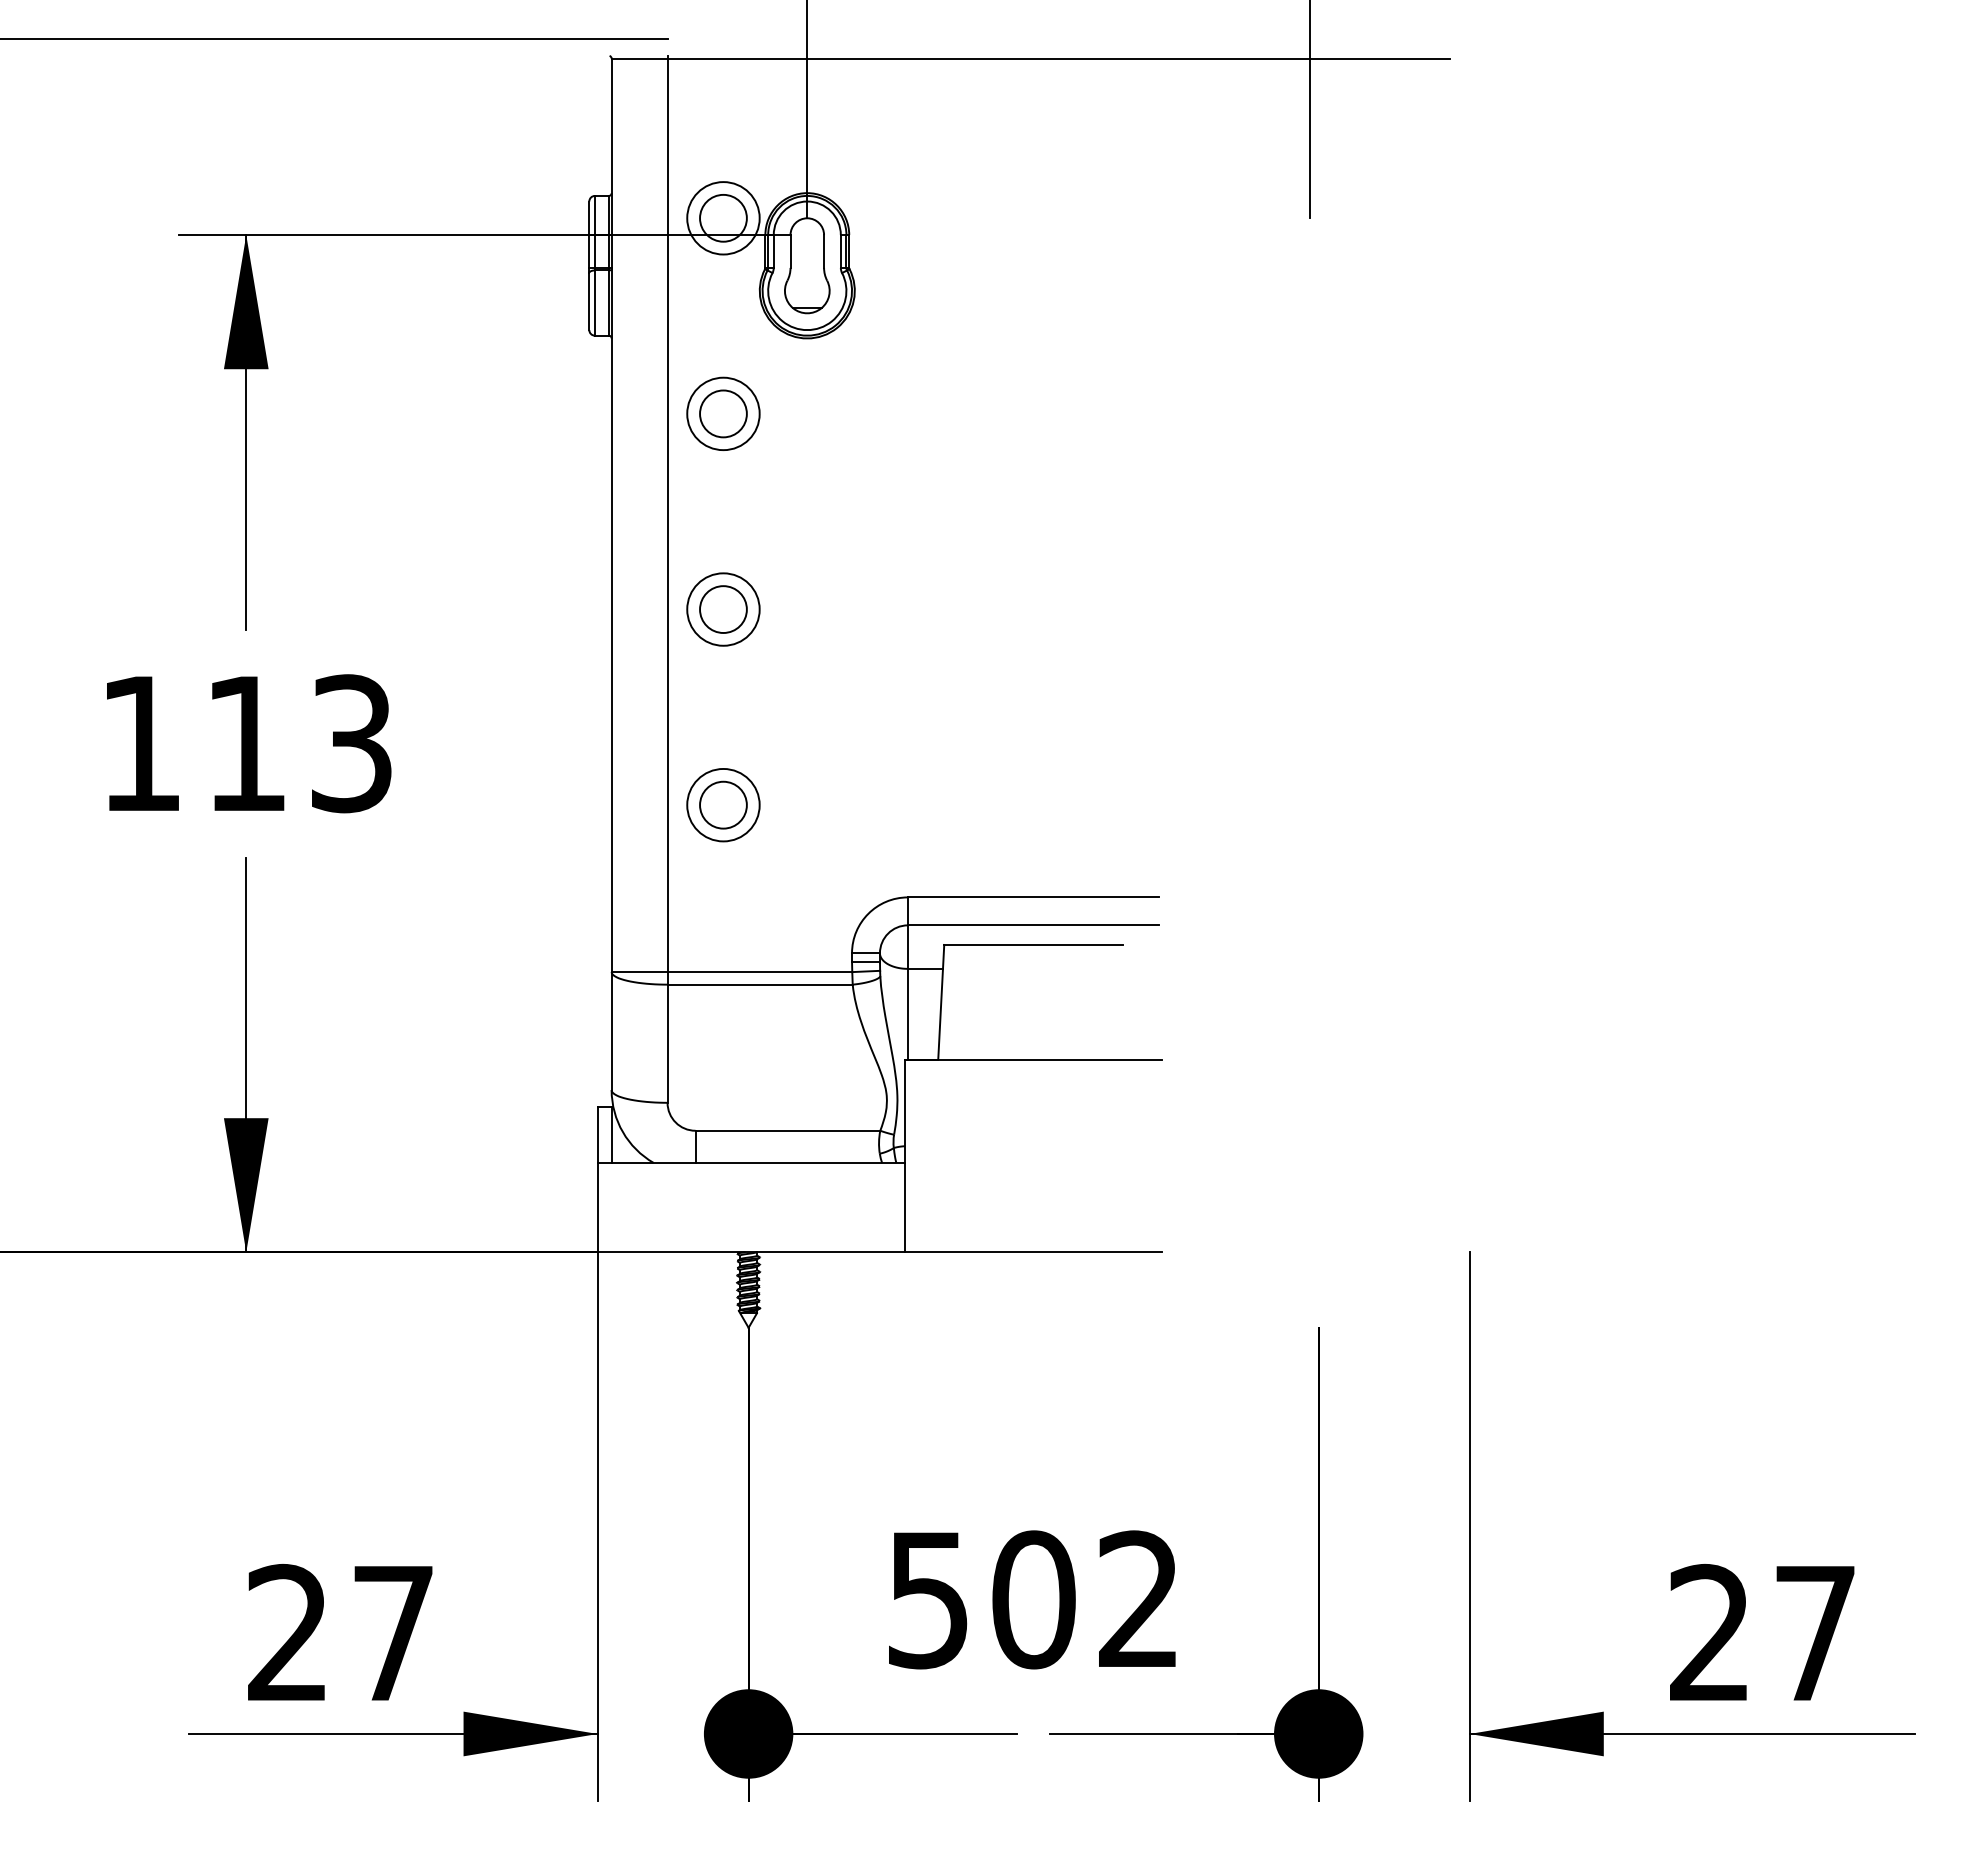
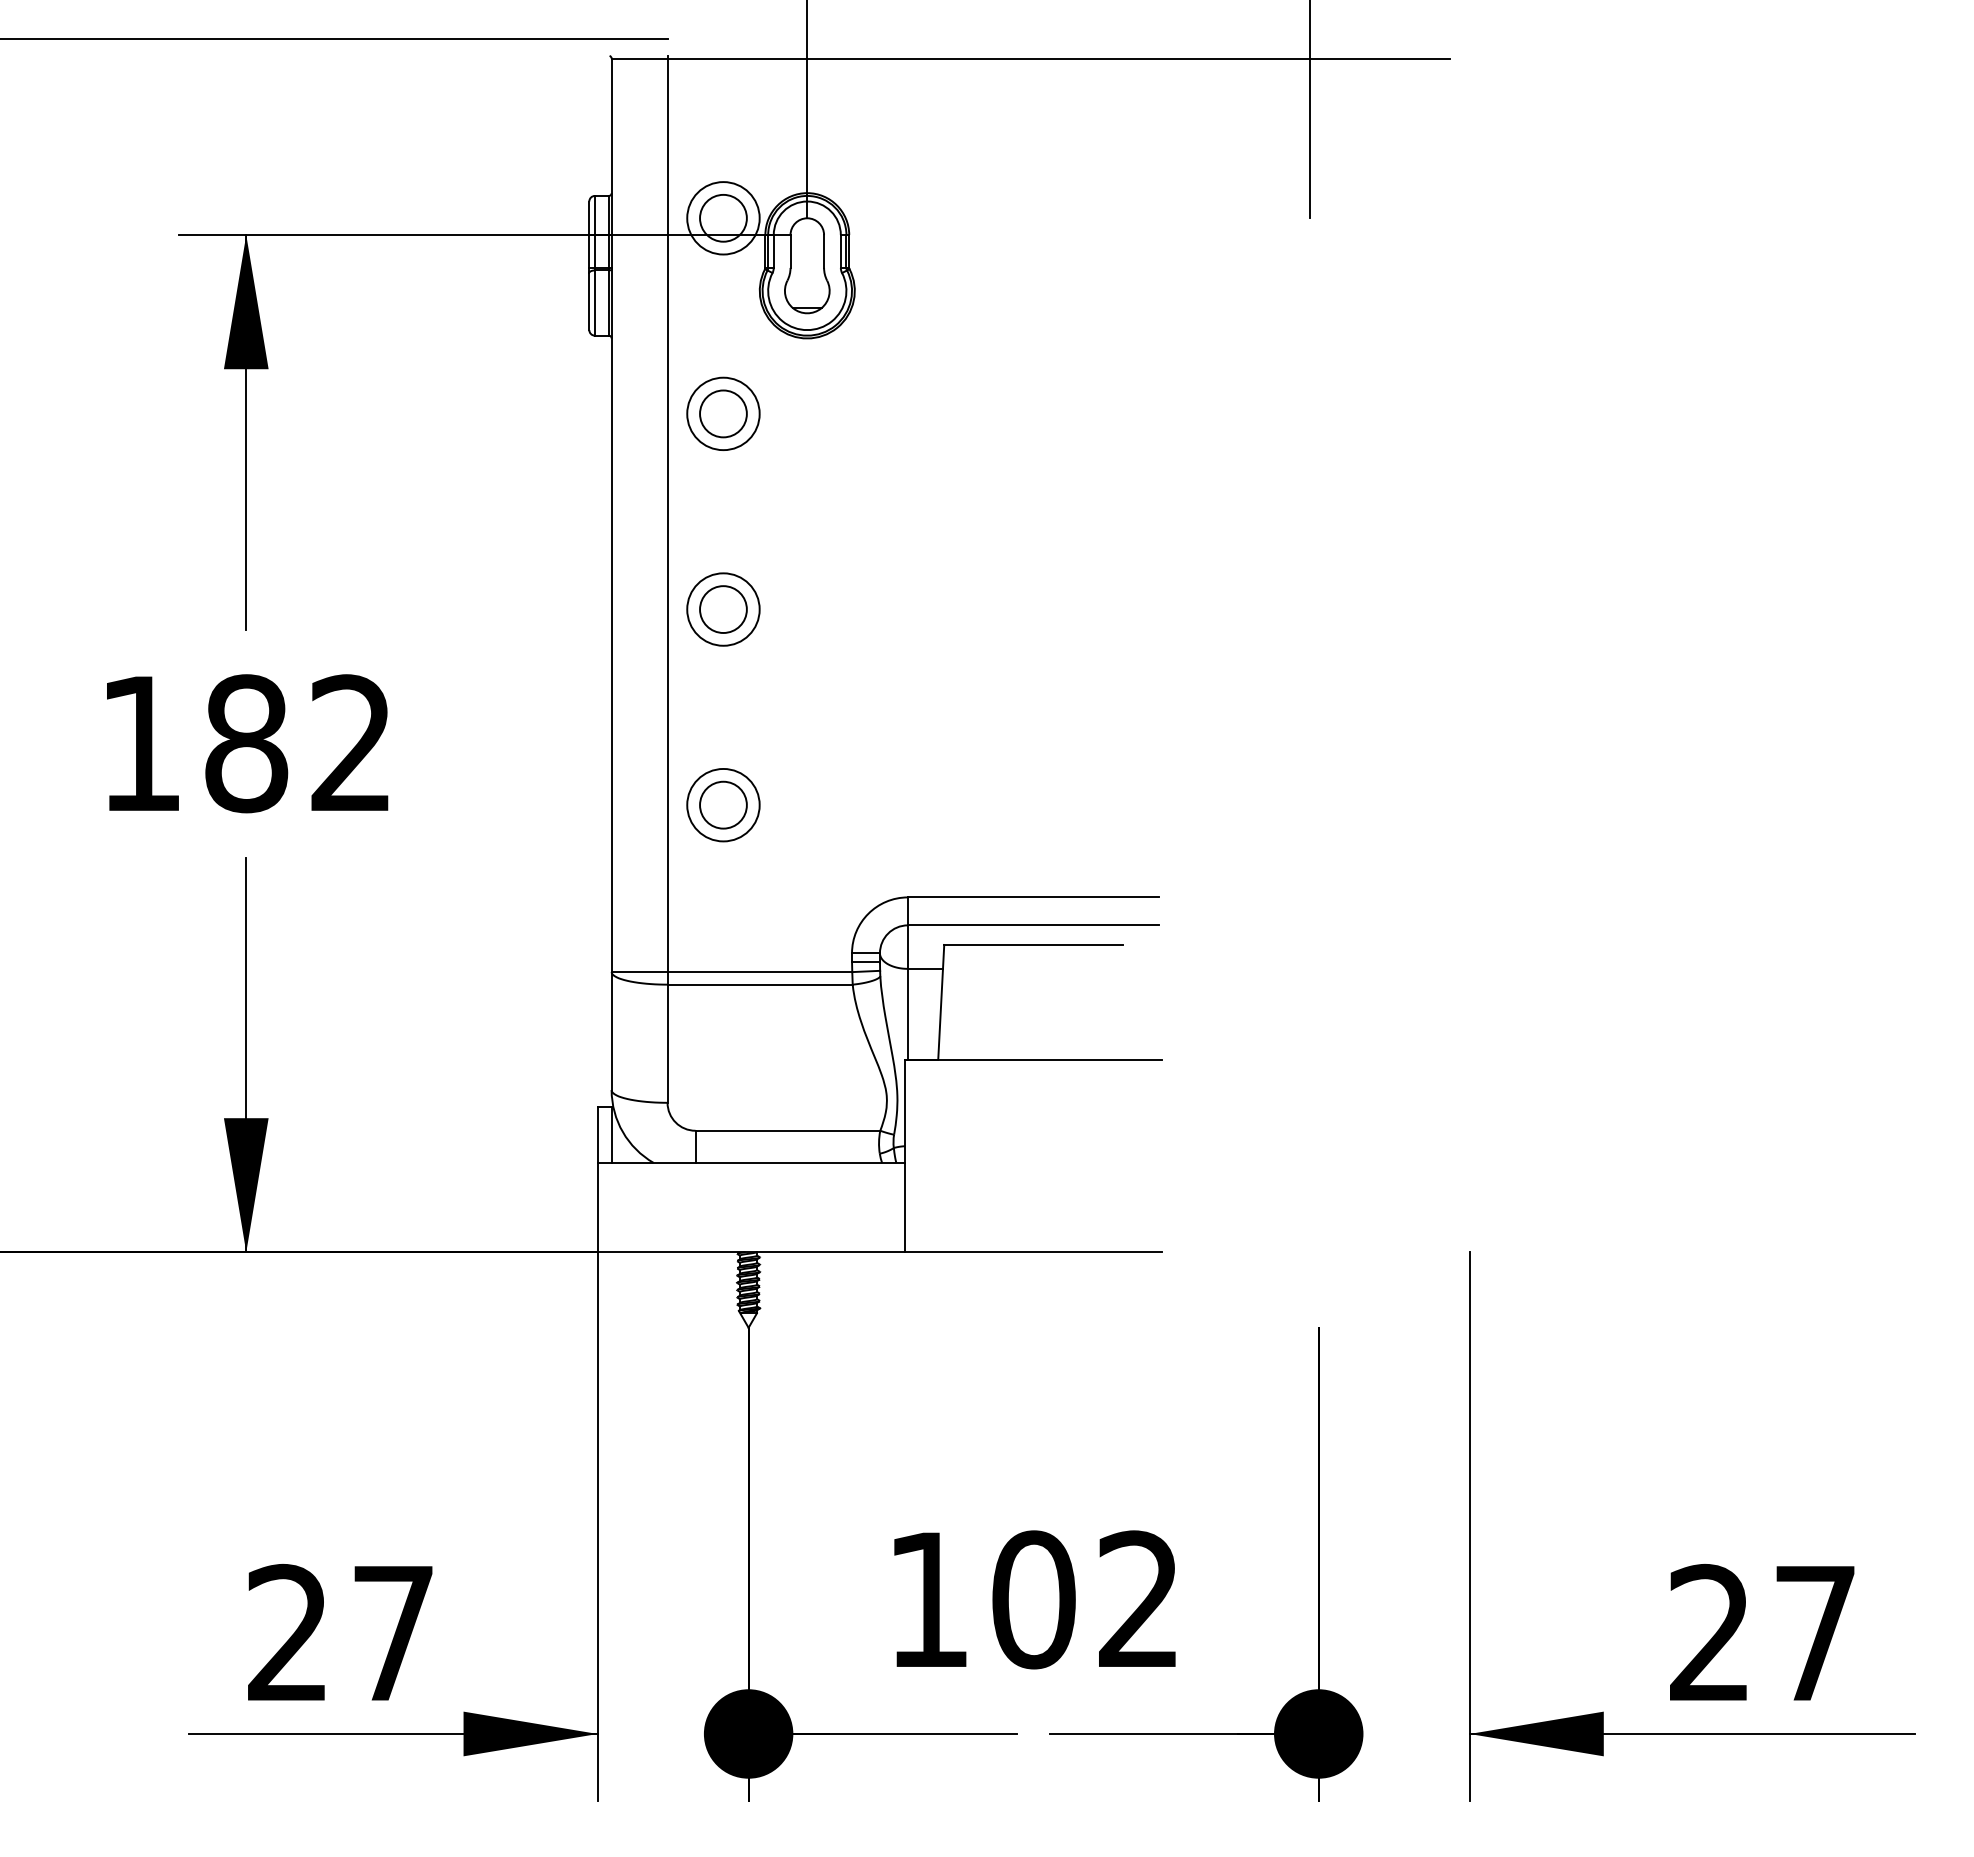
text at (298, 743): 113 -> 182
text at (928, 1600): 502 -> 102
